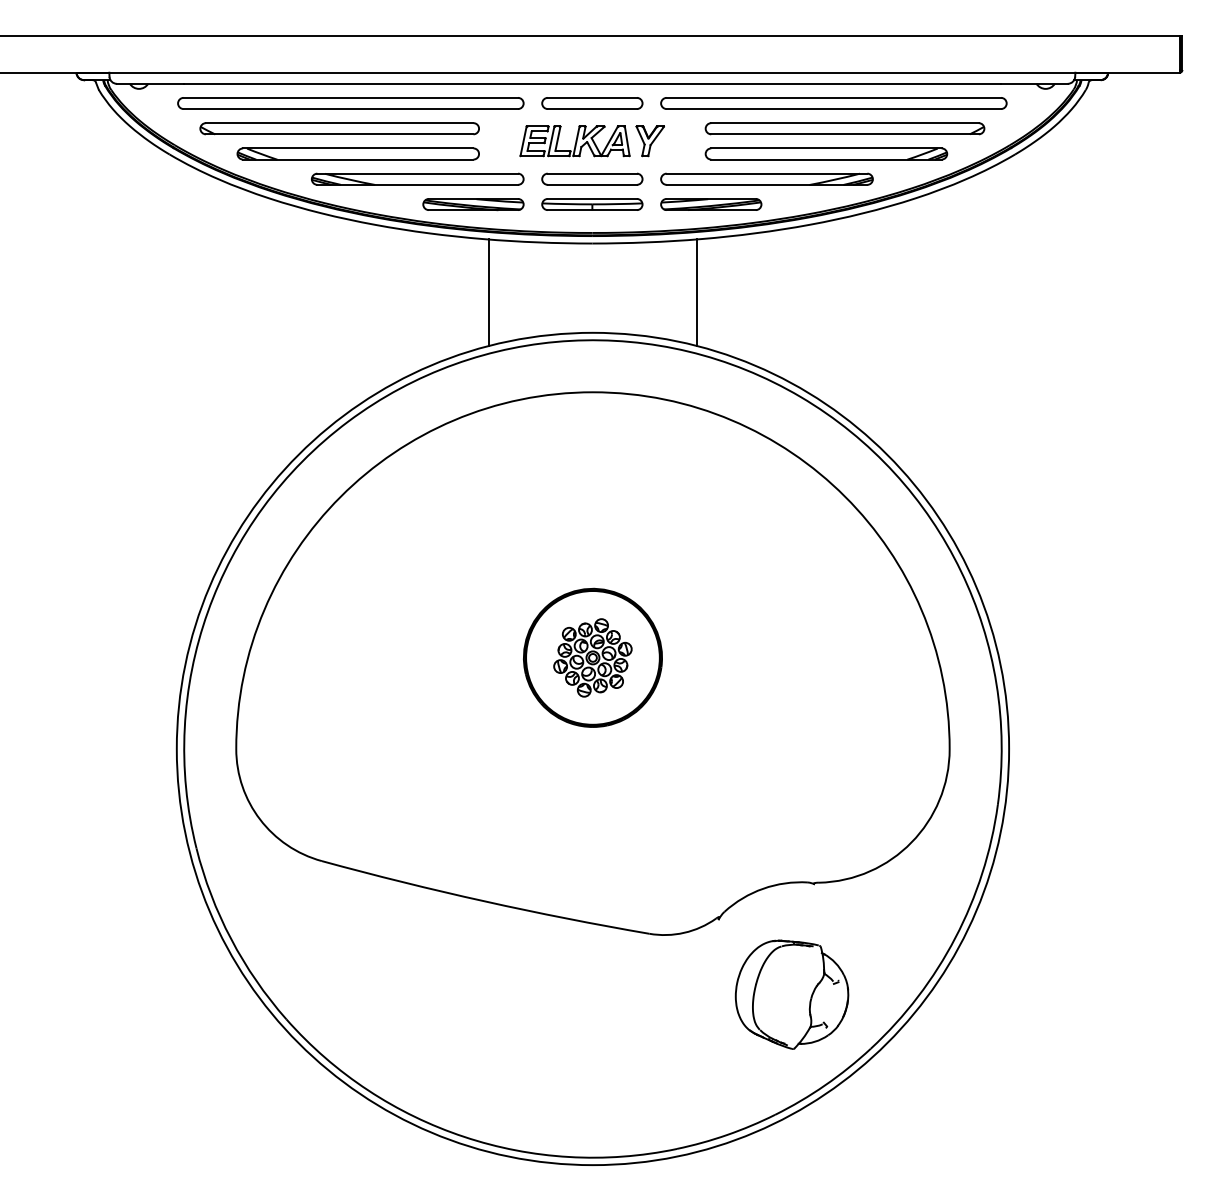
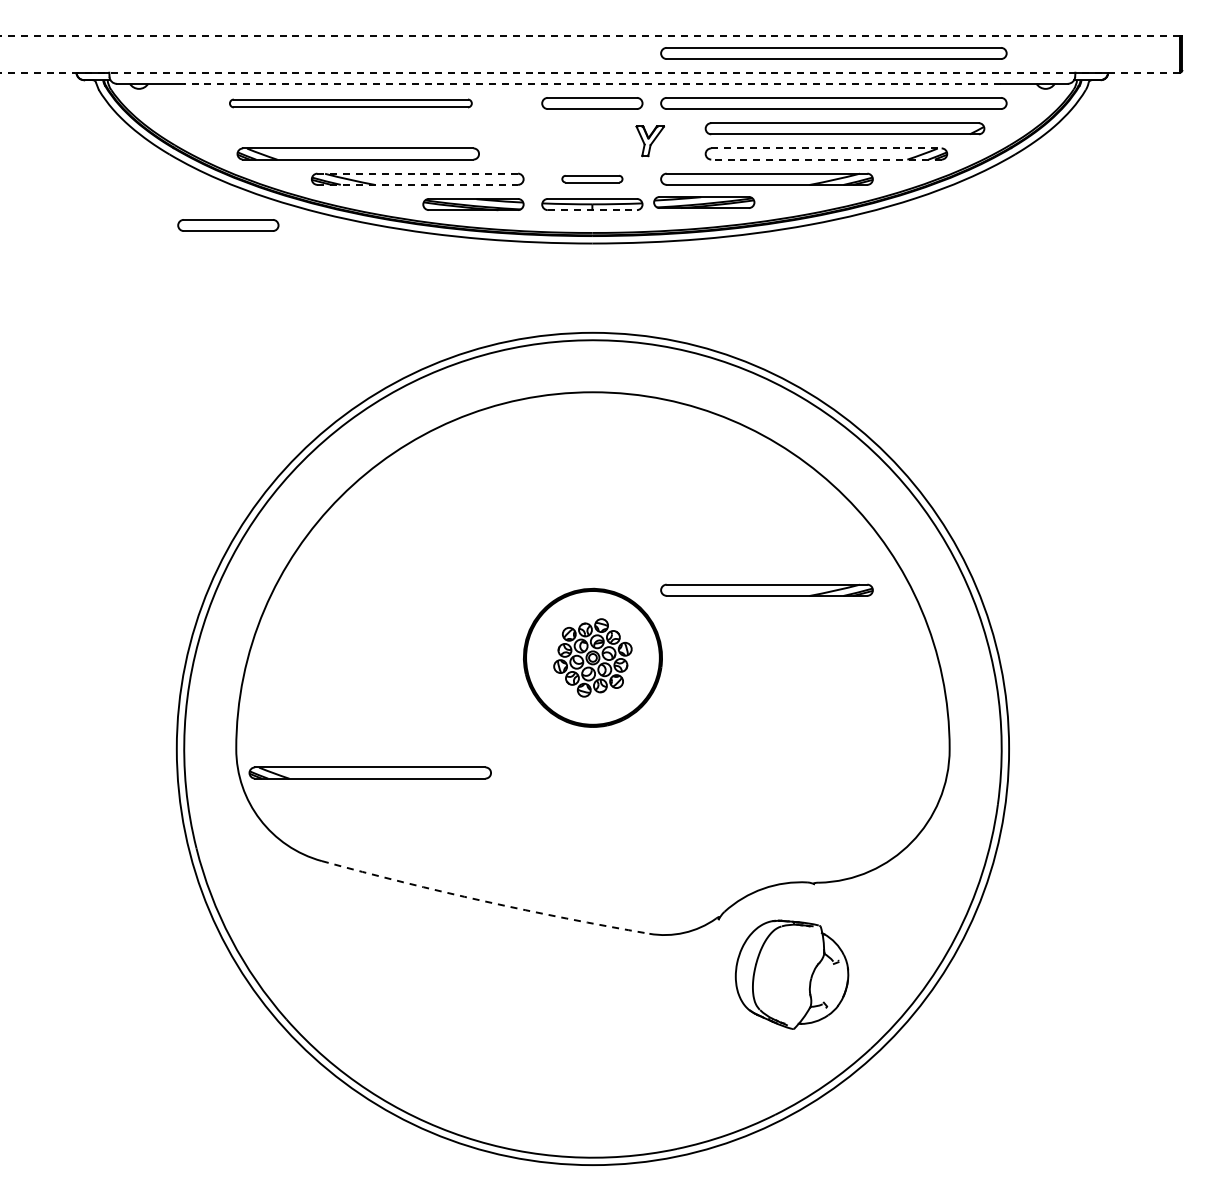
line at (589, 35): solid -> dashed
part at (833, 53): none -> present
line at (589, 72): solid -> dashed
line at (592, 83): solid -> dashed
part at (350, 103) size: 348x13 px -> 244x11 px
part at (339, 128): present -> none
part at (574, 141): present -> none
line at (826, 148): solid -> dashed
line at (825, 159): solid -> dashed
line at (417, 173): solid -> dashed
part at (592, 178) size: 103x14 px -> 63x9 px
line at (418, 184): solid -> dashed
part at (711, 204) position: (711, 204) -> (704, 202)
line at (592, 210): solid -> dashed
part at (228, 225): none -> present
line at (488, 292): present -> none
line at (697, 292): present -> none
part at (766, 589): none -> present
part at (369, 772): none -> present
arc at (484, 901): solid -> dashed
part at (791, 994) position: (791, 994) -> (791, 974)
